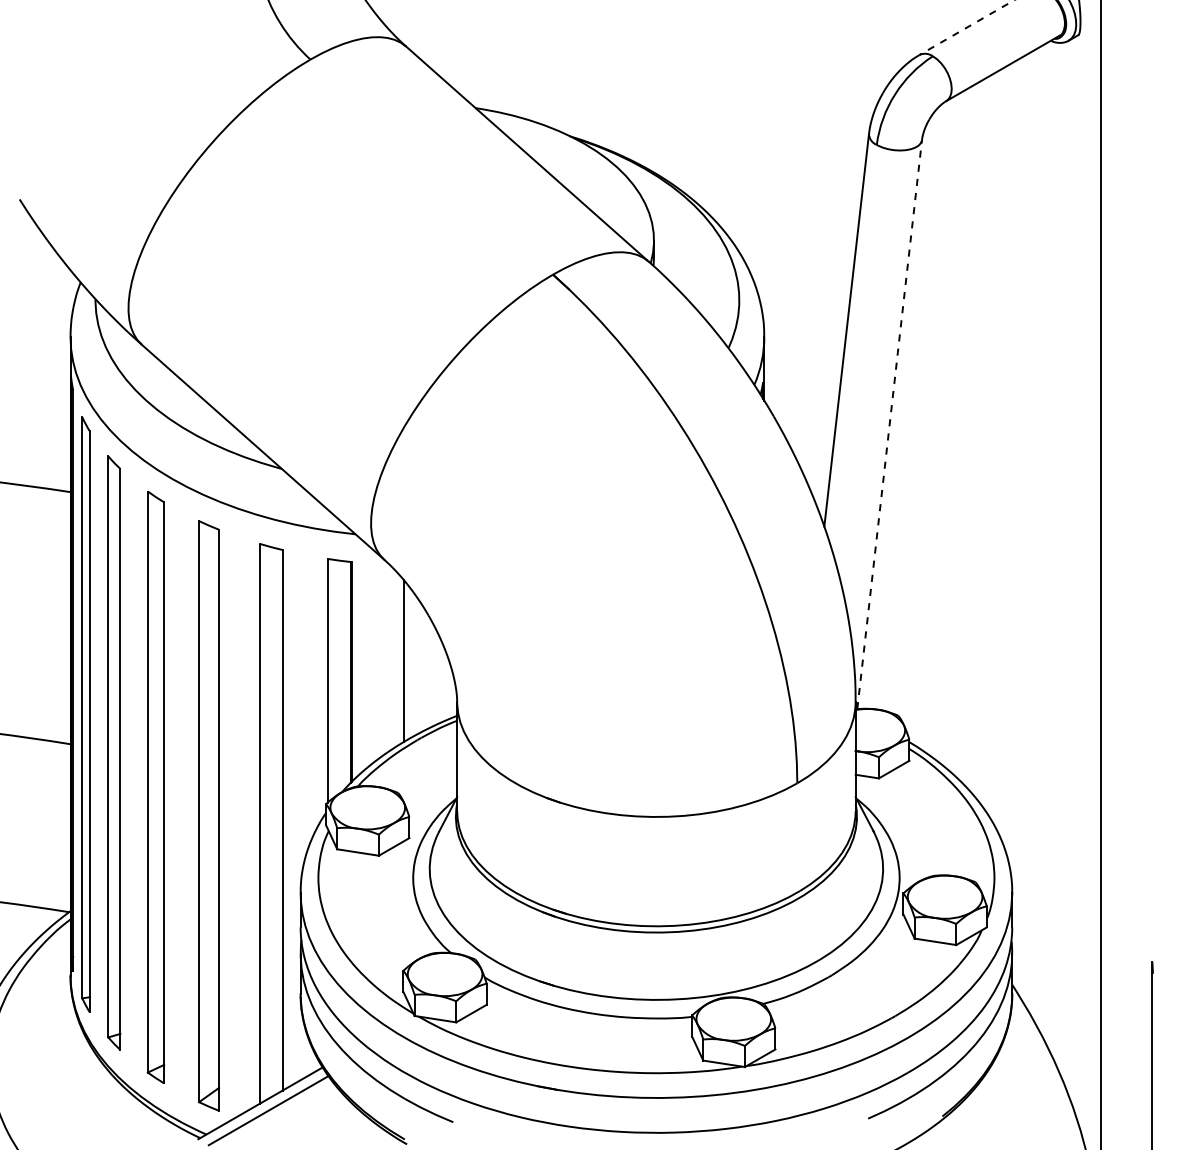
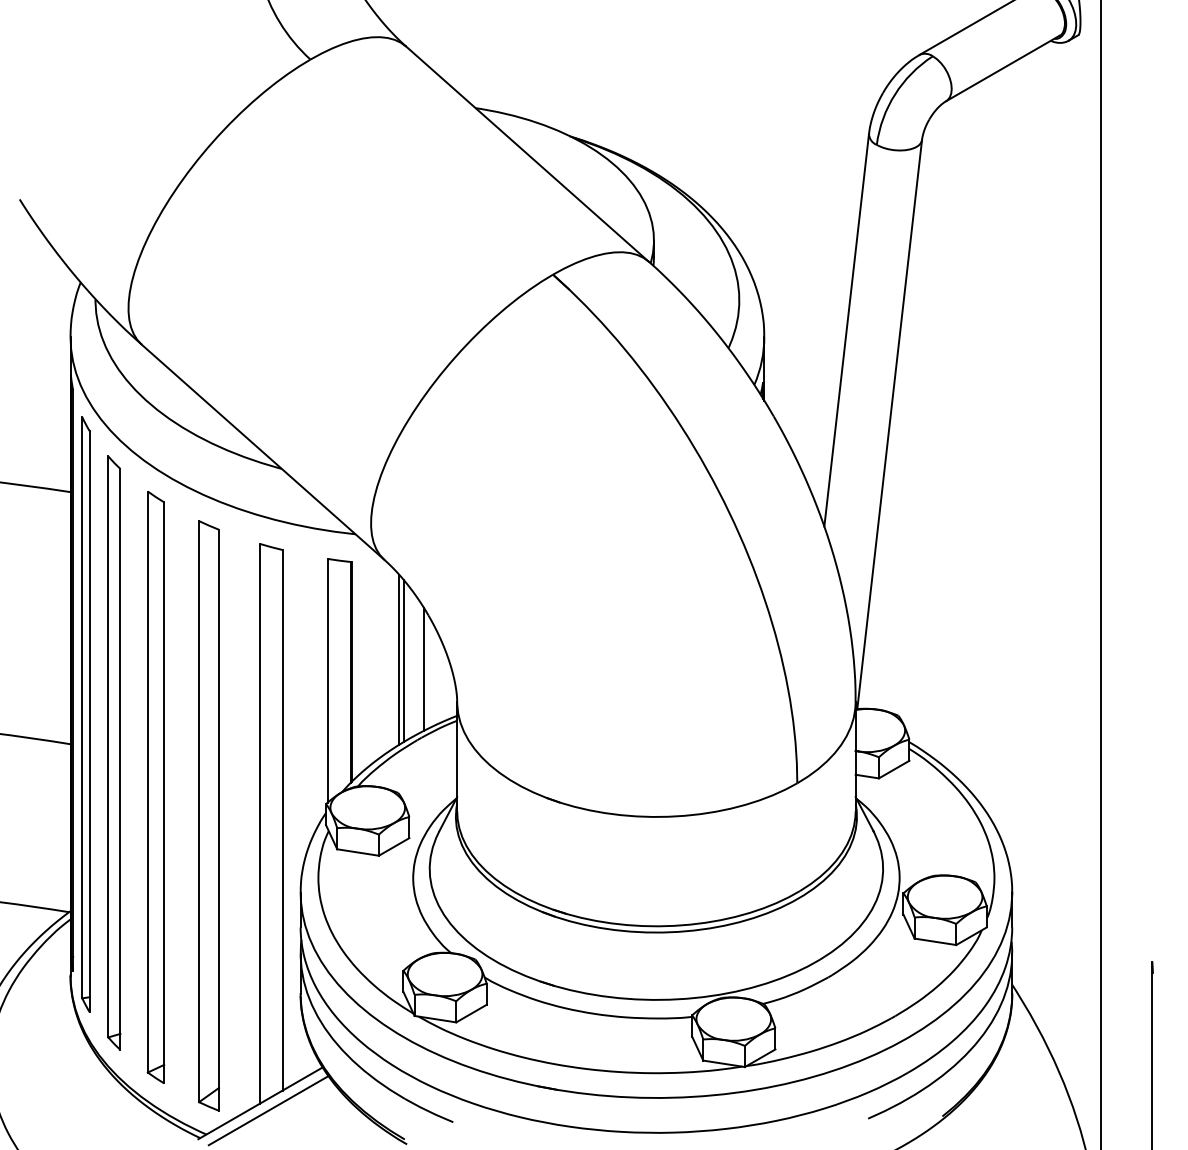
line at (967, 27): dashed -> solid
line at (889, 424): dashed -> solid
line at (399, 659): none -> present
line at (424, 669): none -> present
